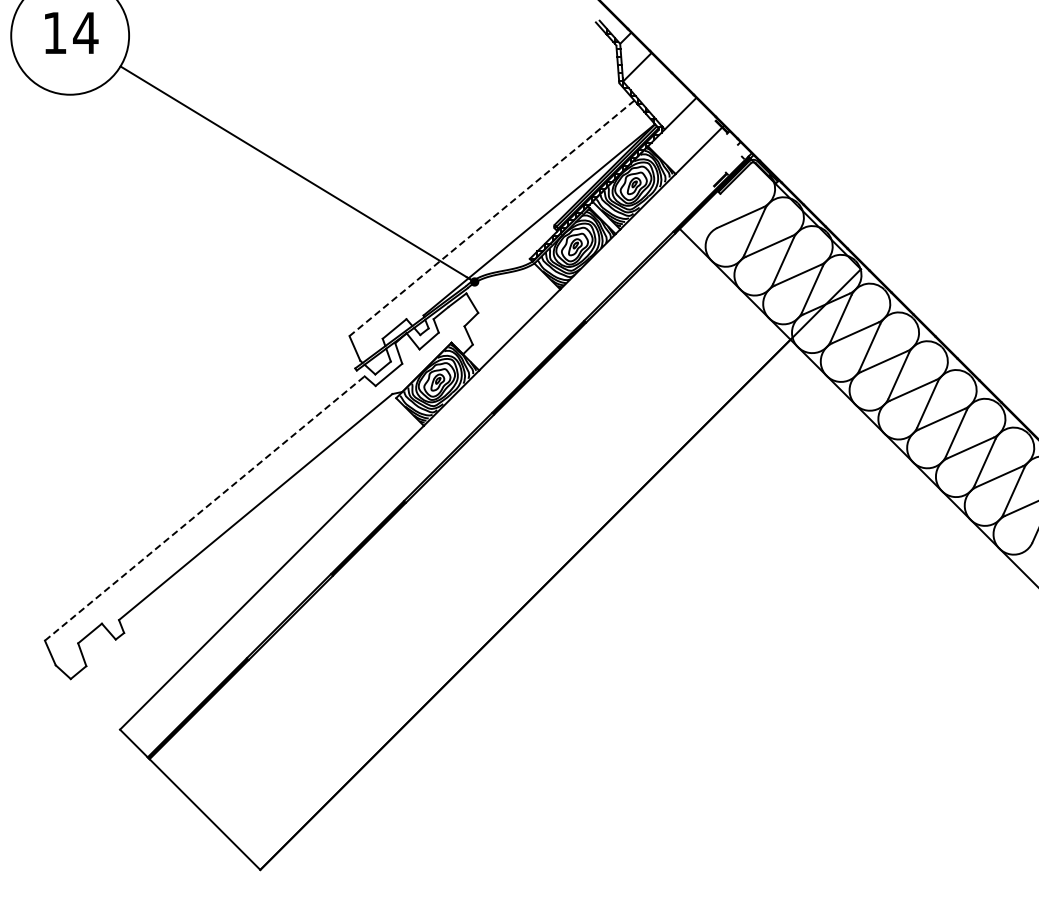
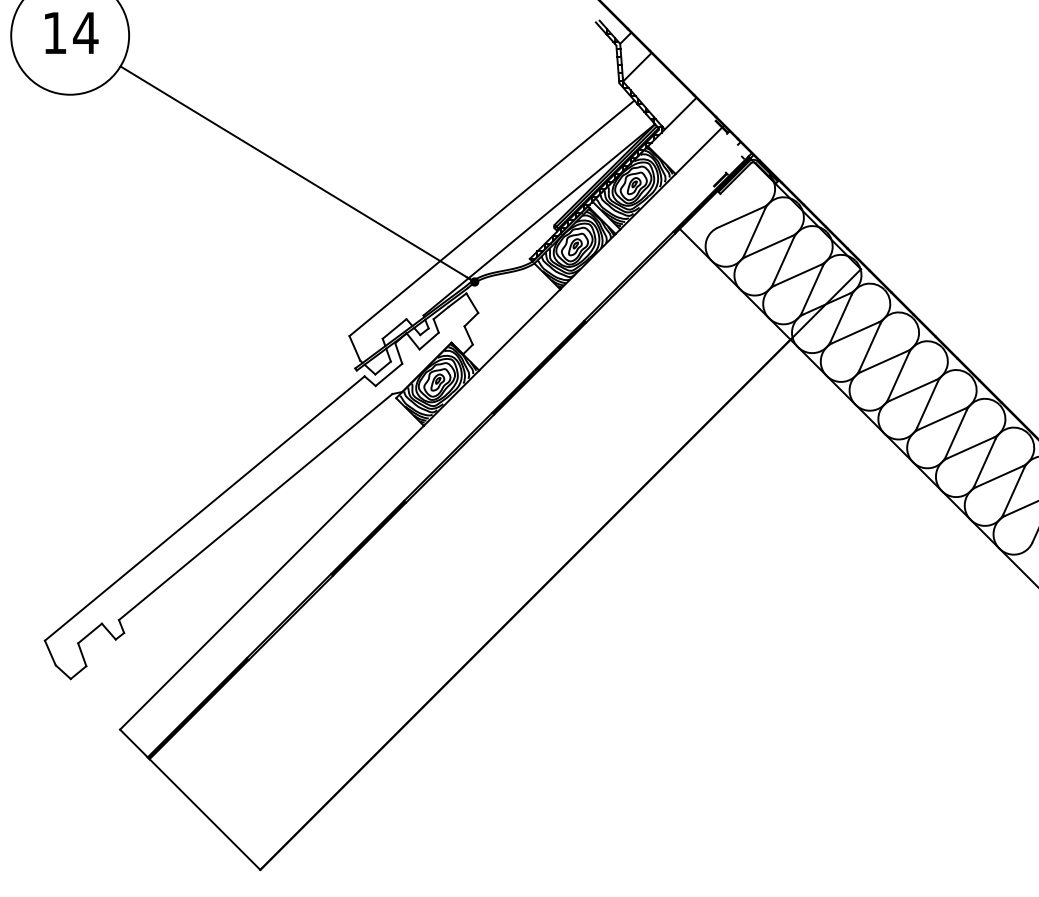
line at (491, 218): dashed -> solid
line at (205, 508): dashed -> solid
